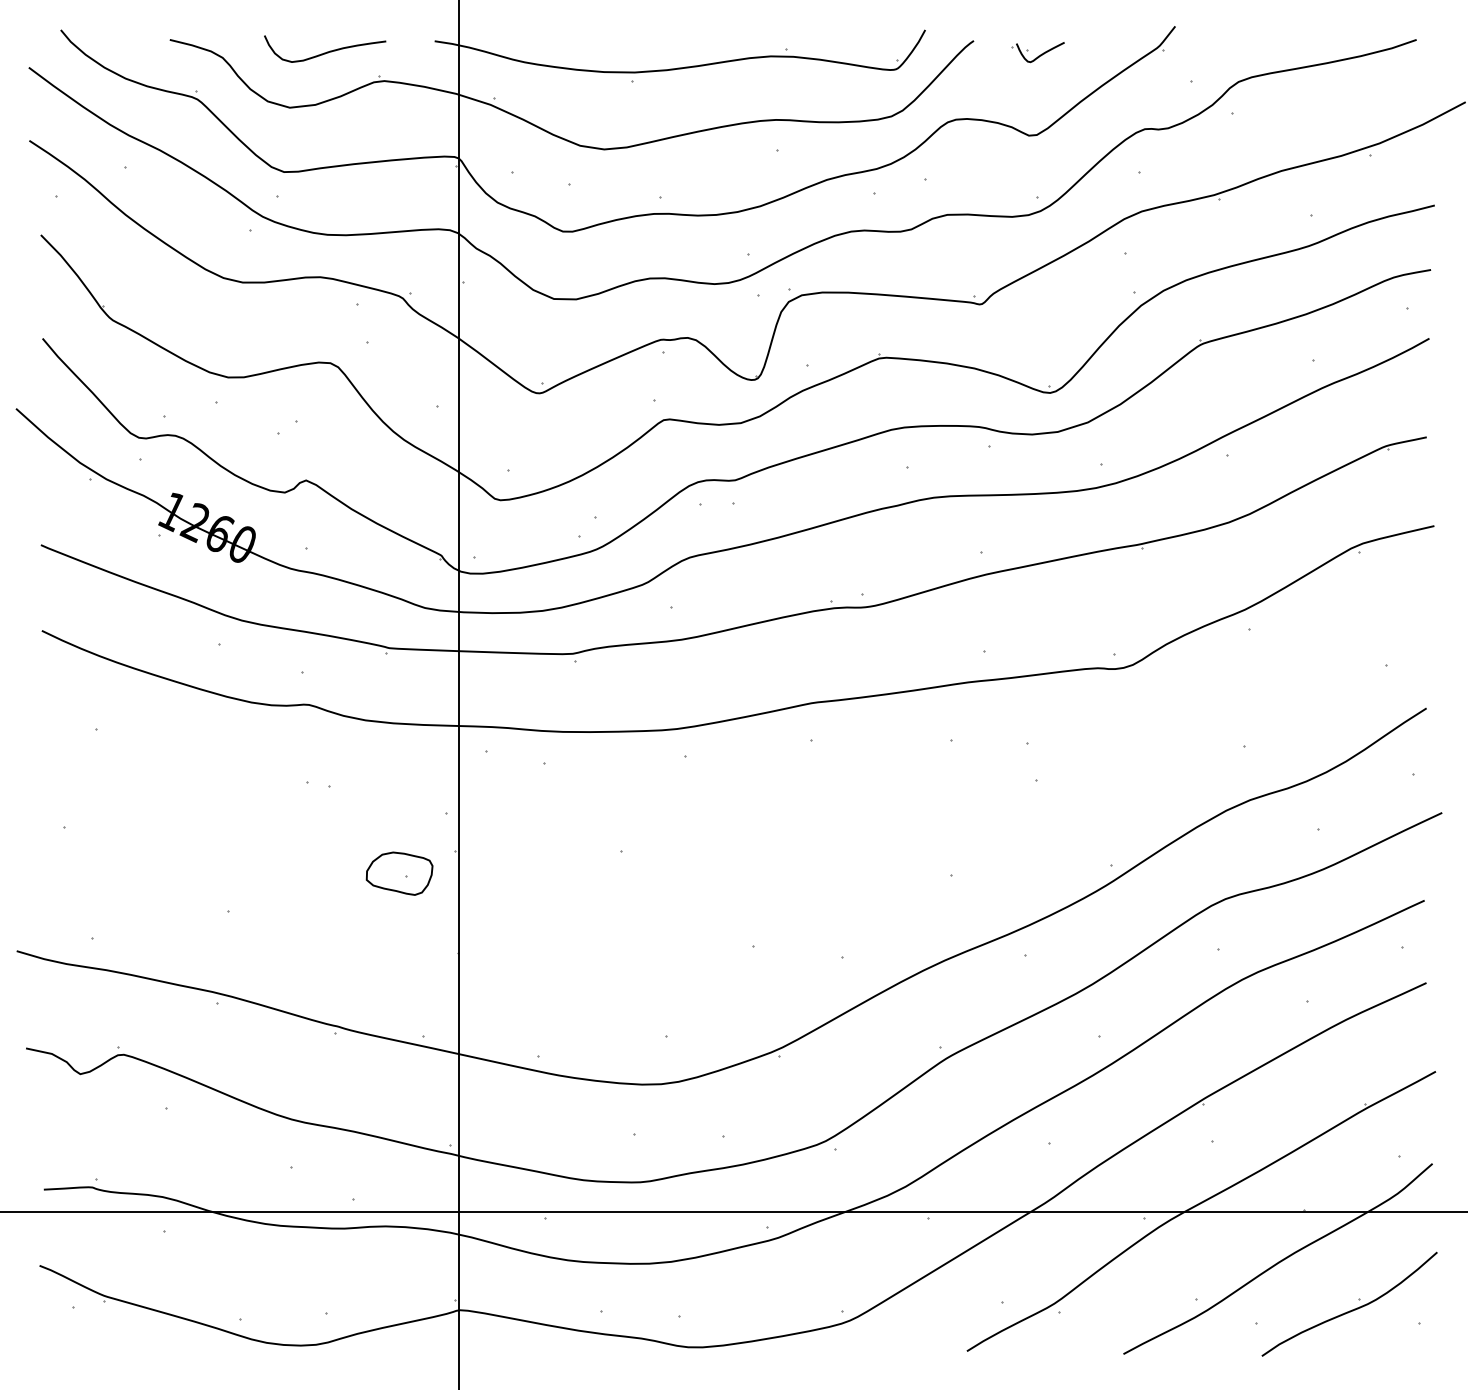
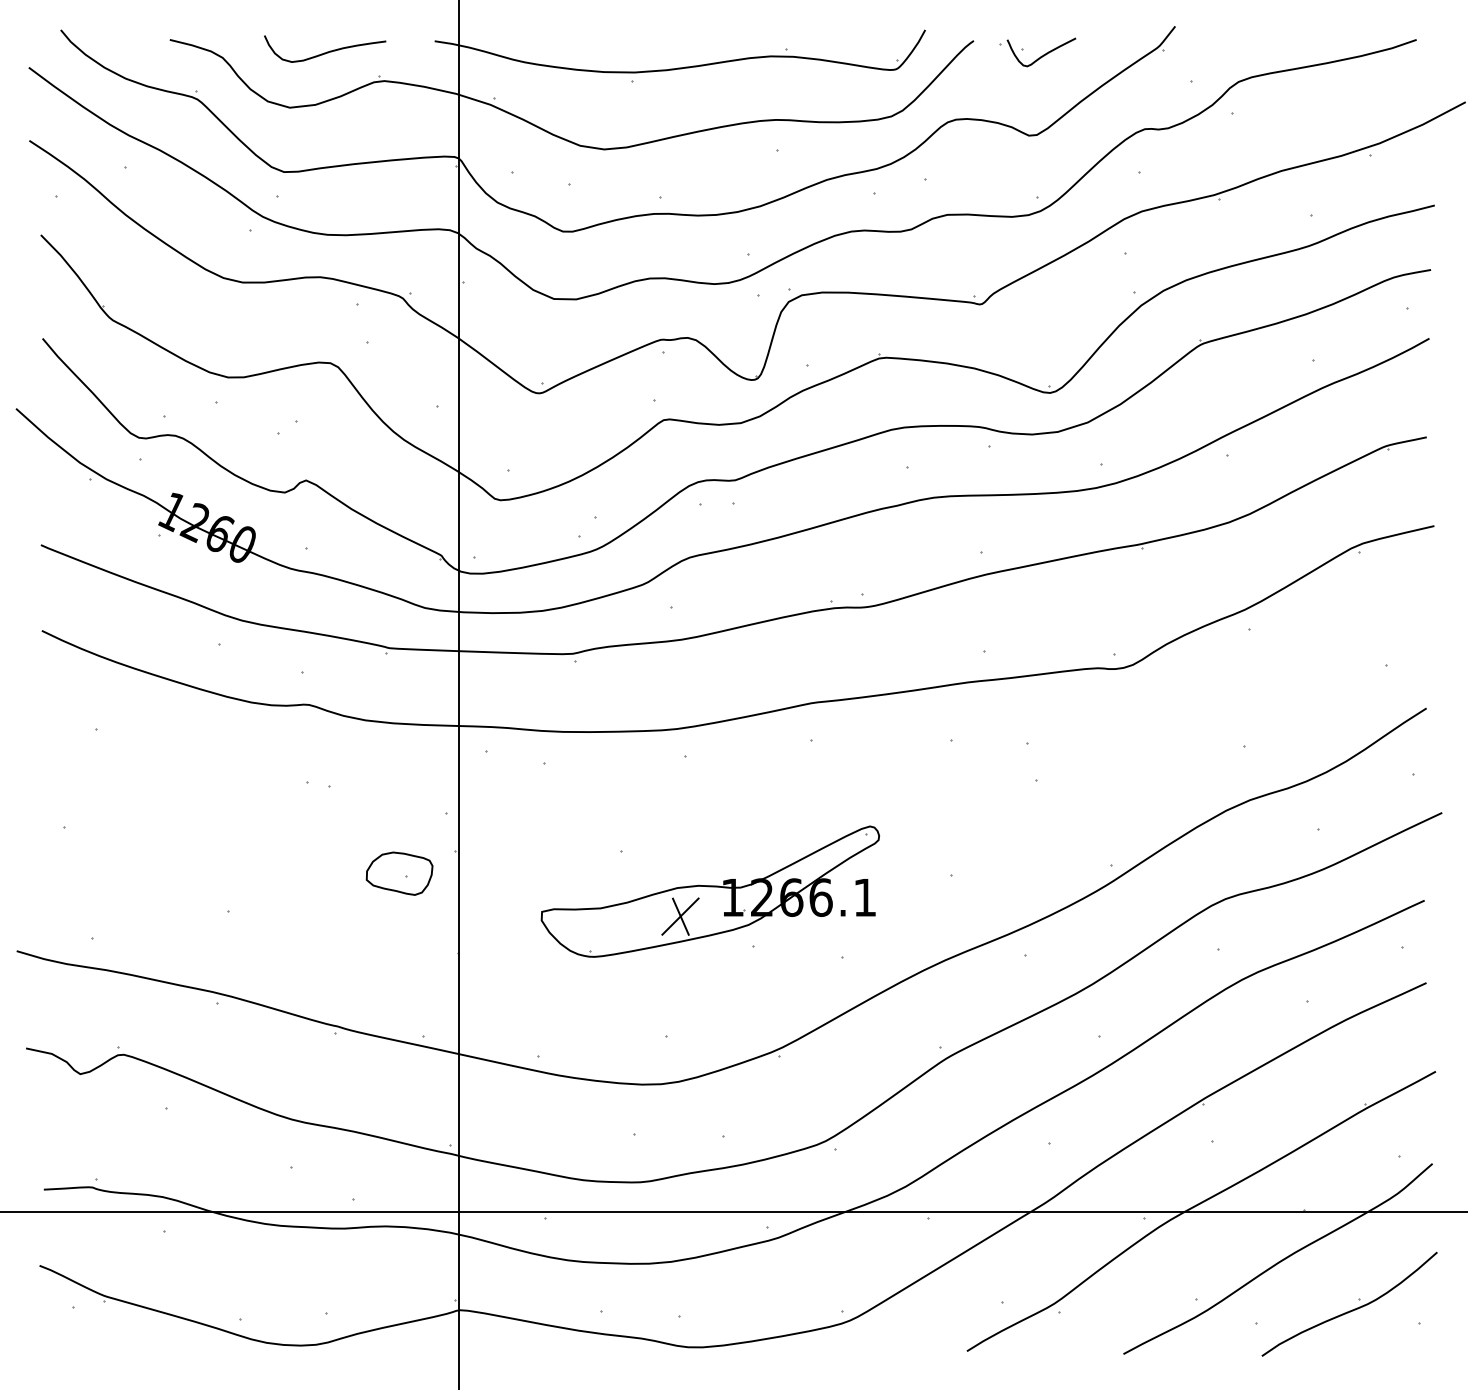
part at (1037, 52) size: 54x22 px -> 78x31 px
part at (709, 891): none -> present
